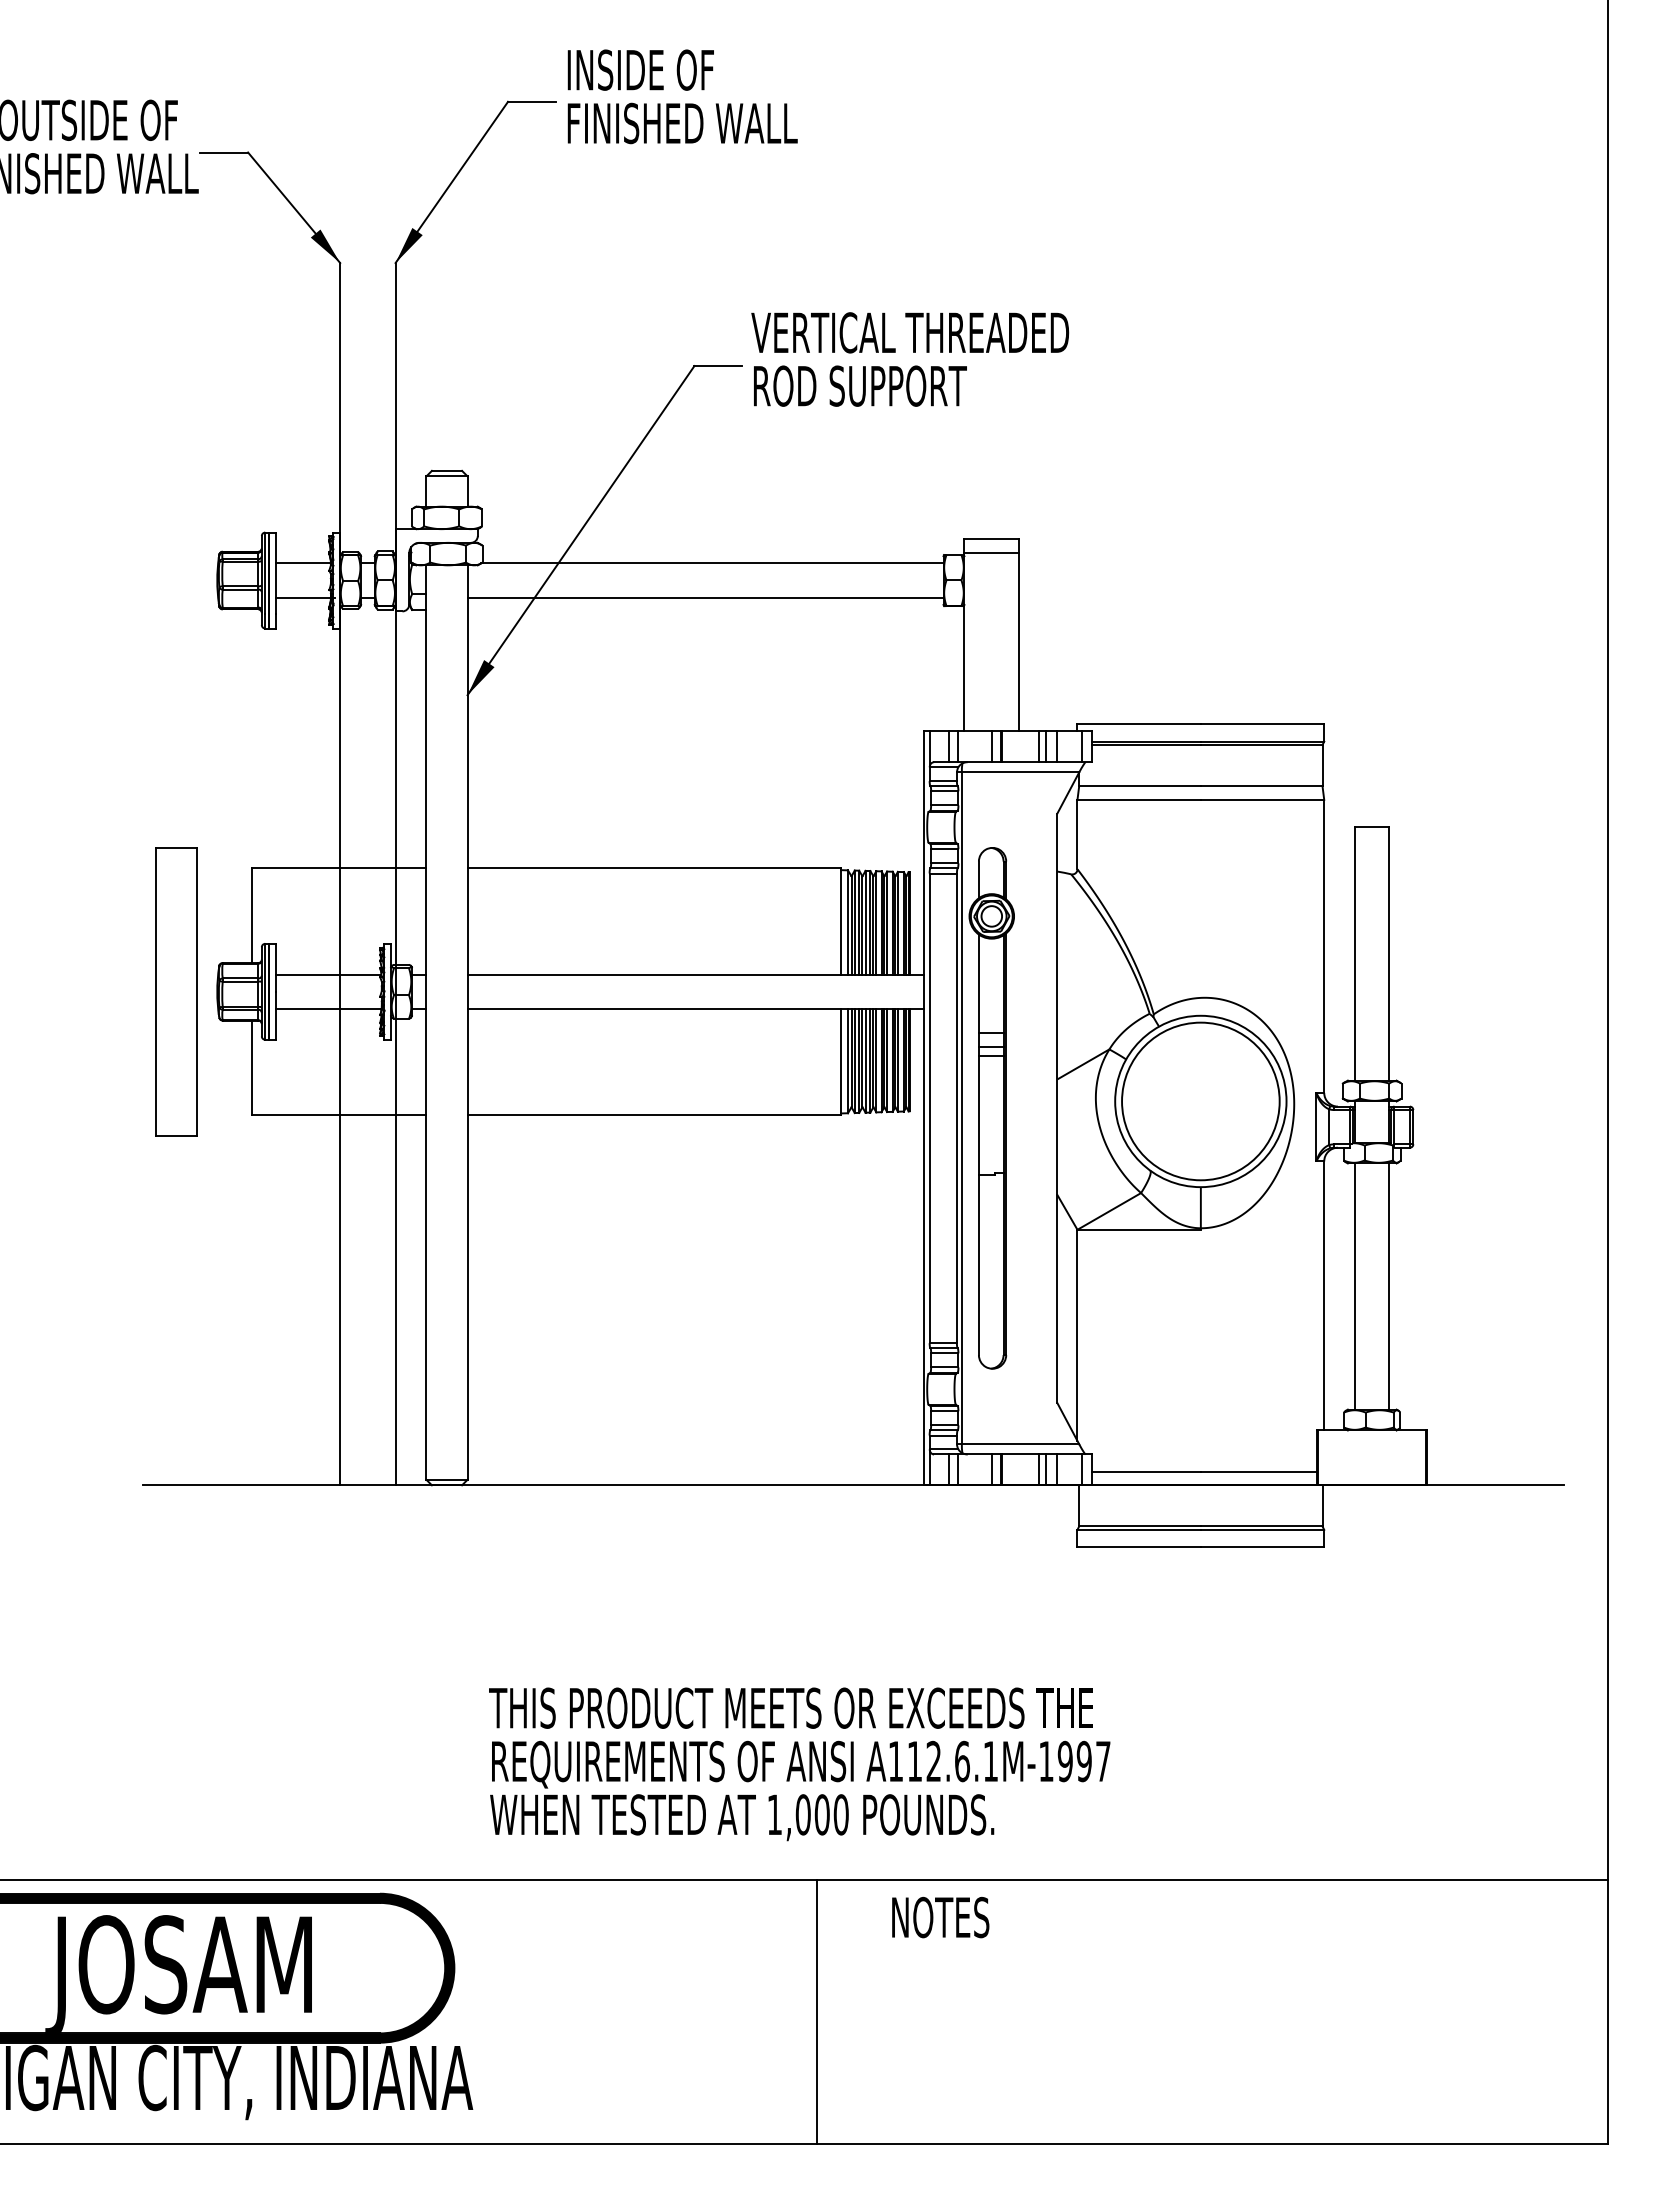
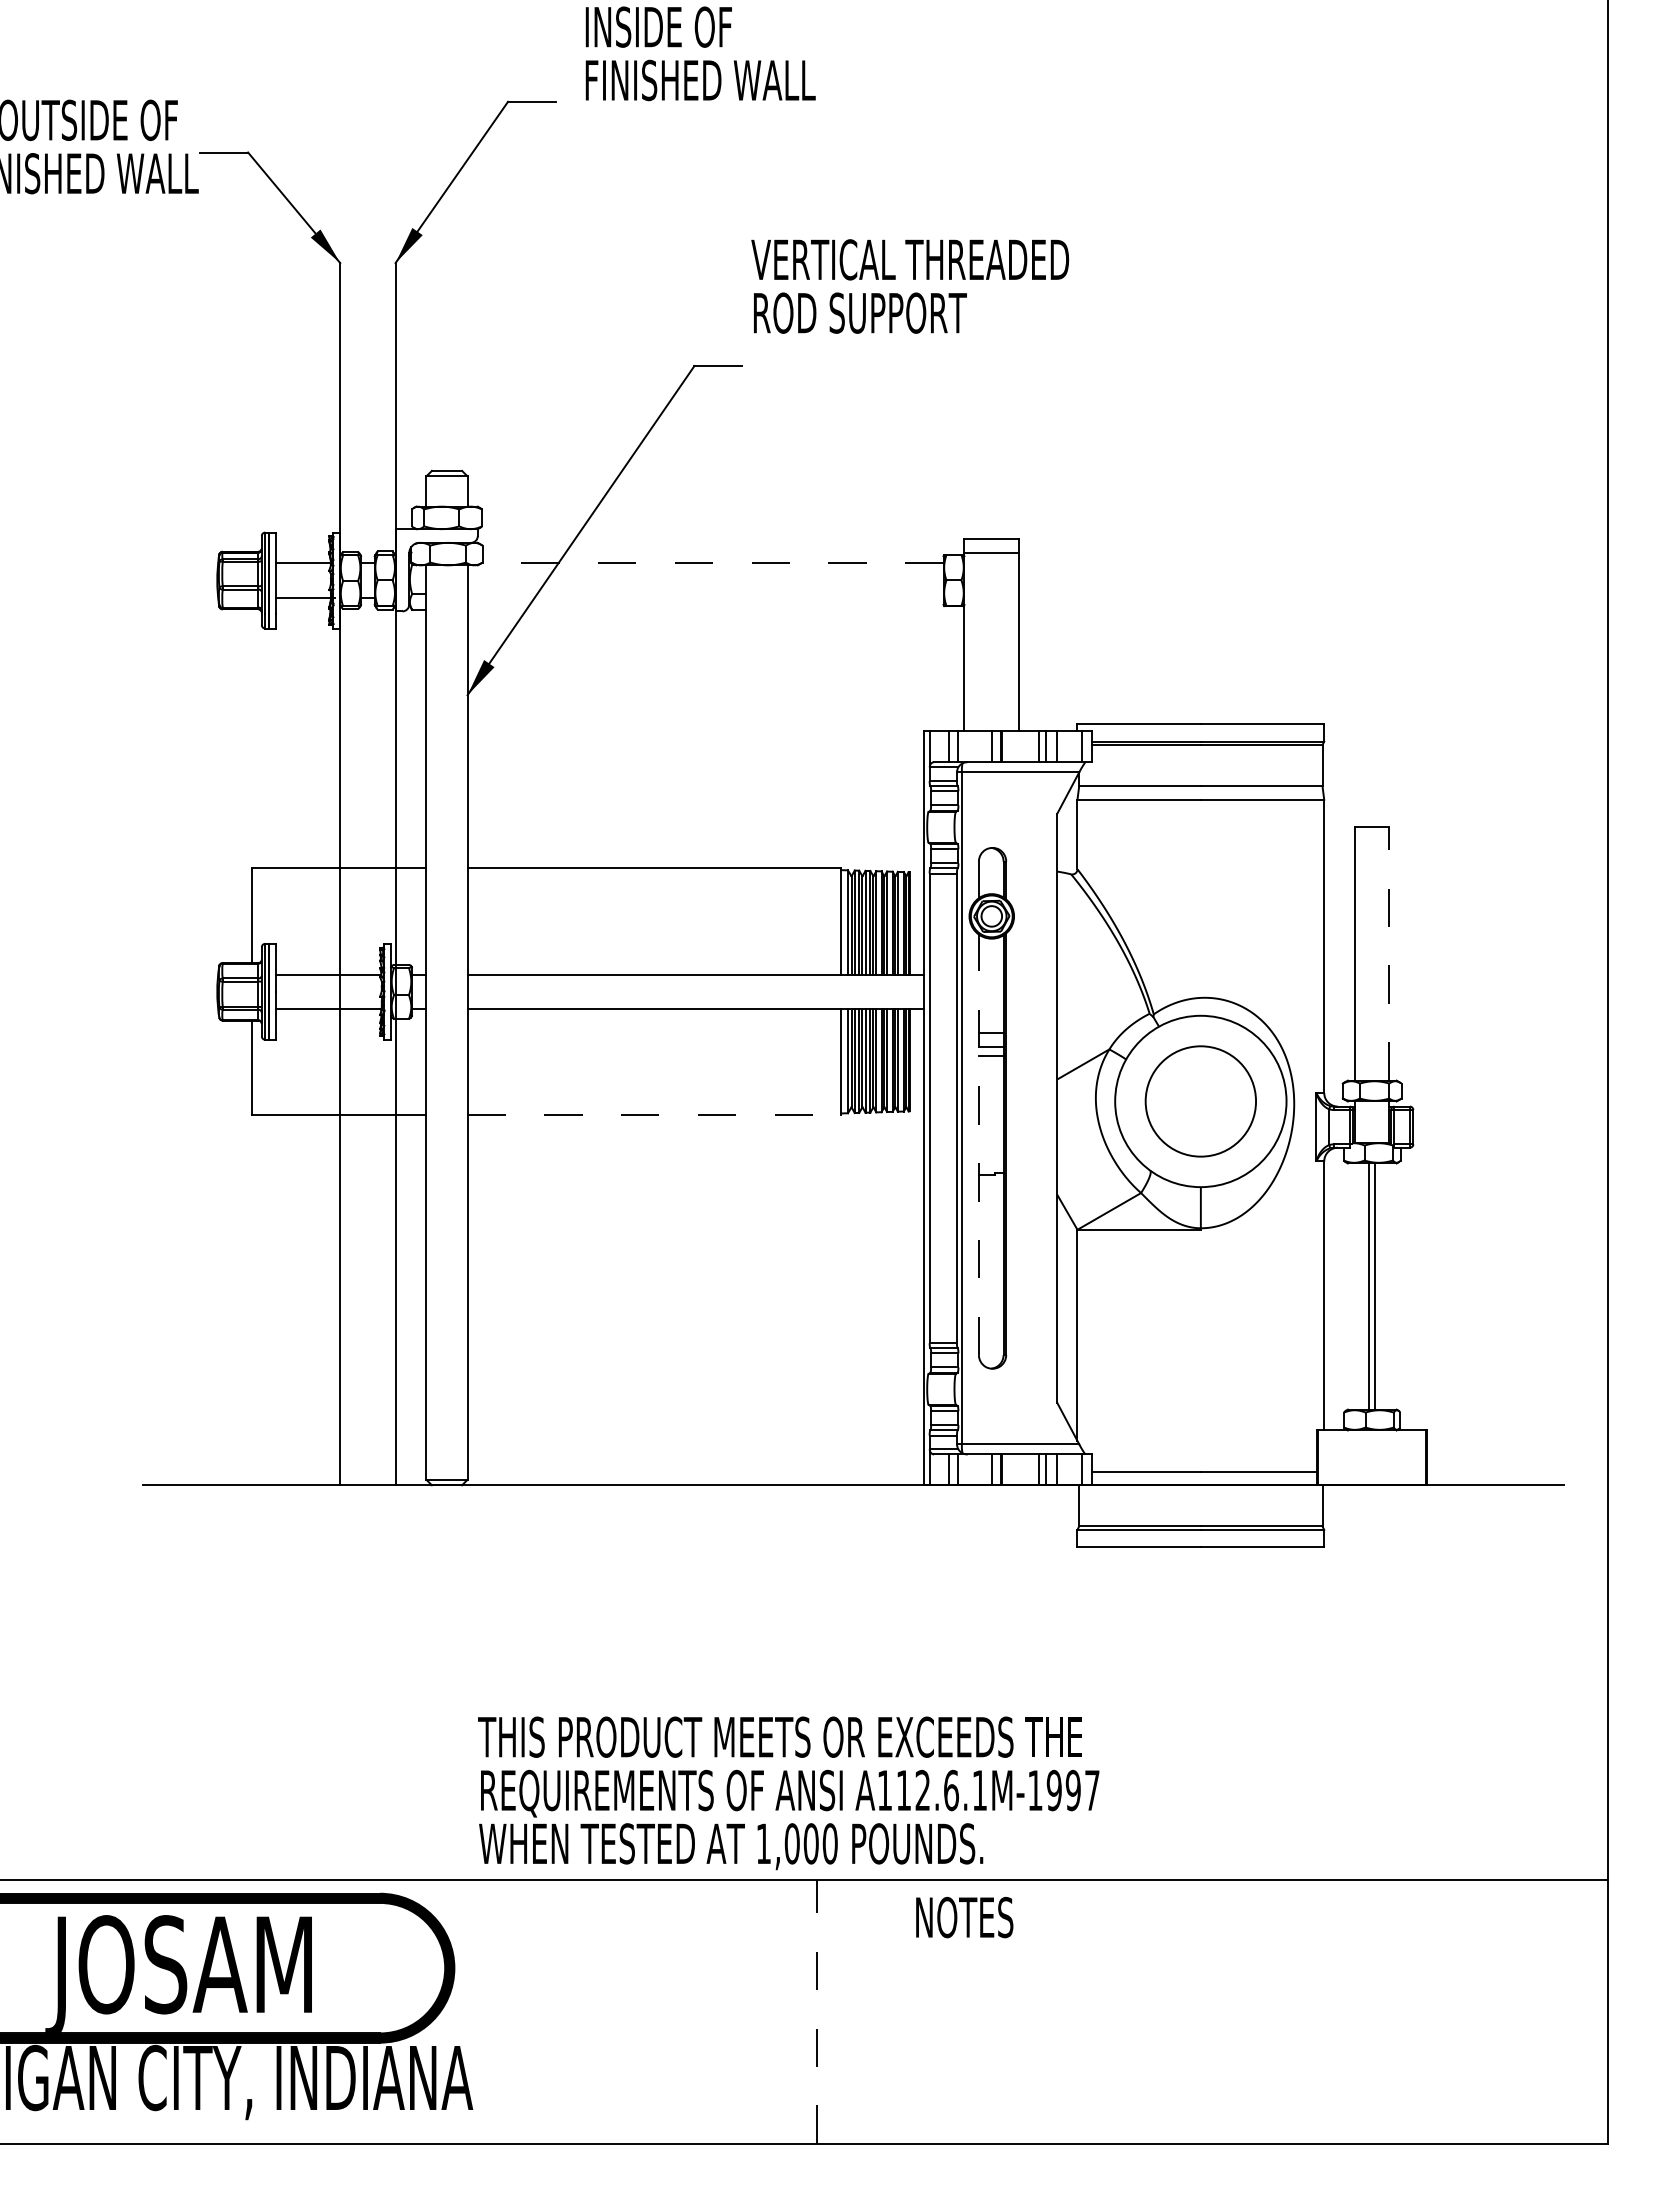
text at (682, 96) position: (682, 96) -> (700, 53)
text at (910, 359) position: (910, 359) -> (910, 286)
line at (711, 563): solid -> dashed
line at (705, 597): present -> none
line at (1389, 953): solid -> dashed
part at (176, 991): present -> none
circle at (1200, 1101) diameter: 158 px -> 110 px
line at (654, 1115): solid -> dashed
line at (978, 1144): solid -> dashed
line at (1355, 1286) position: (1355, 1286) -> (1369, 1286)
line at (1389, 1286) position: (1389, 1286) -> (1375, 1286)
text at (799, 1764) position: (799, 1764) -> (788, 1793)
text at (940, 1917) position: (940, 1917) -> (964, 1917)
line at (816, 2011): solid -> dashed
